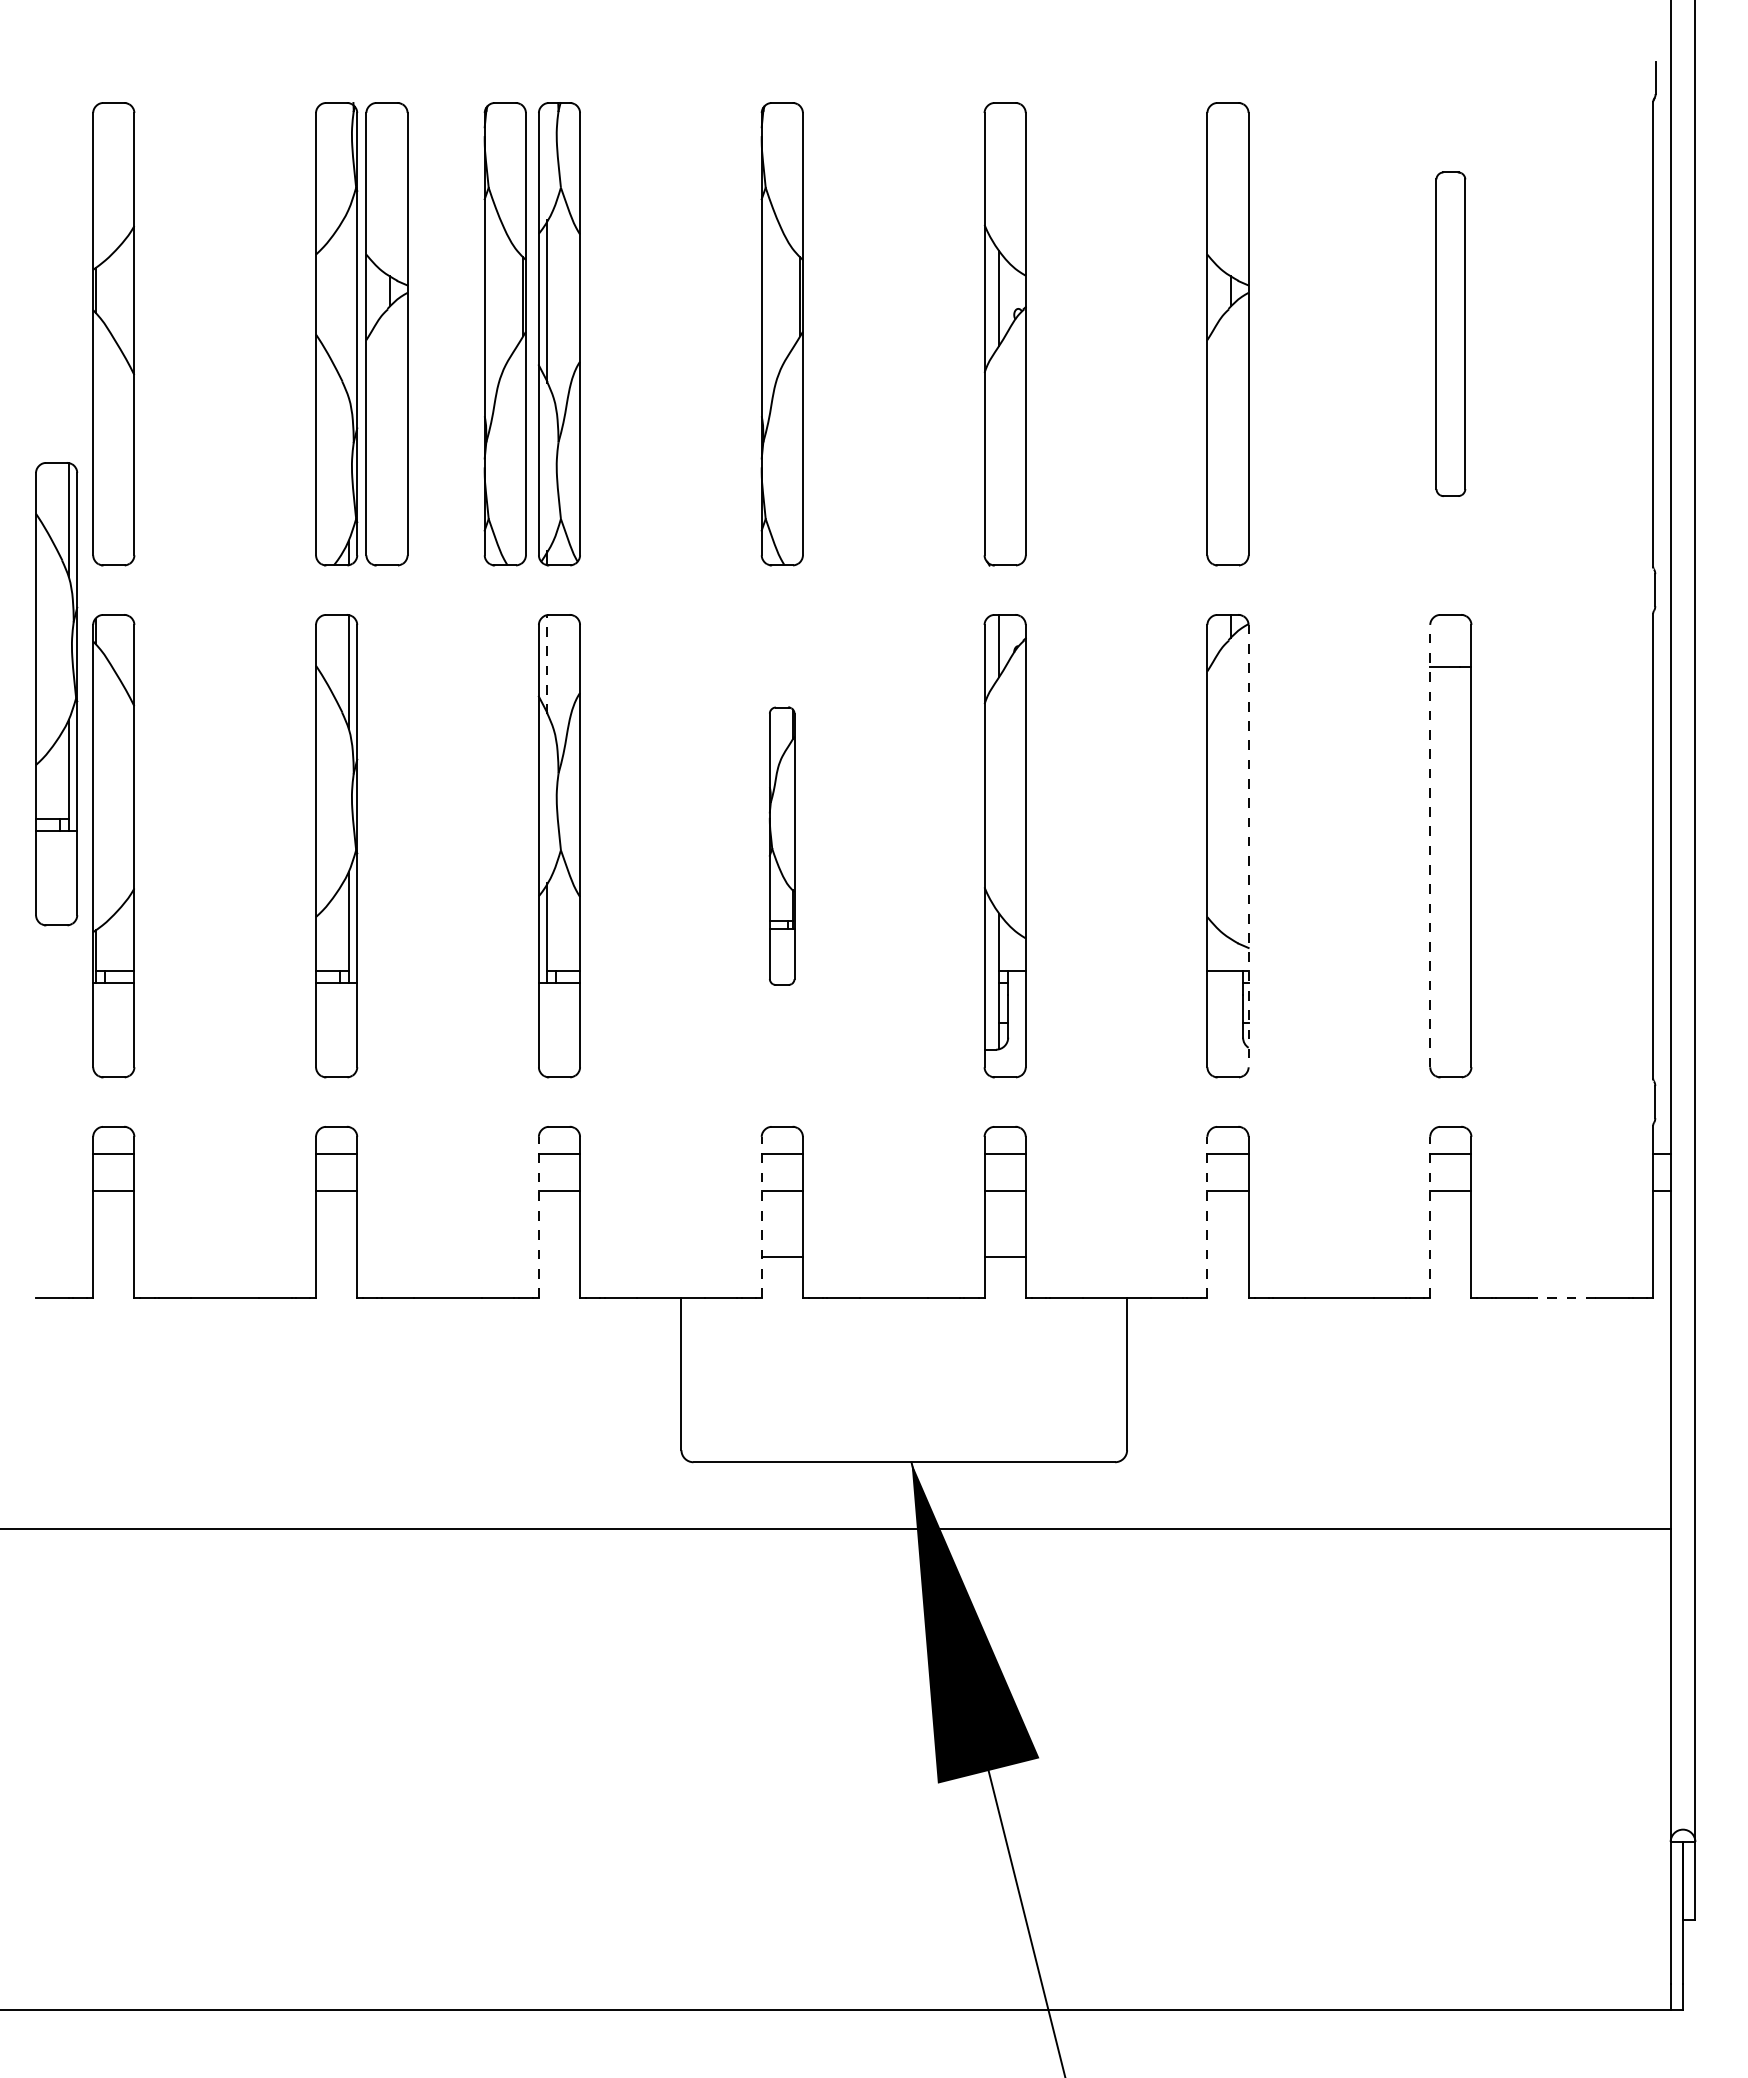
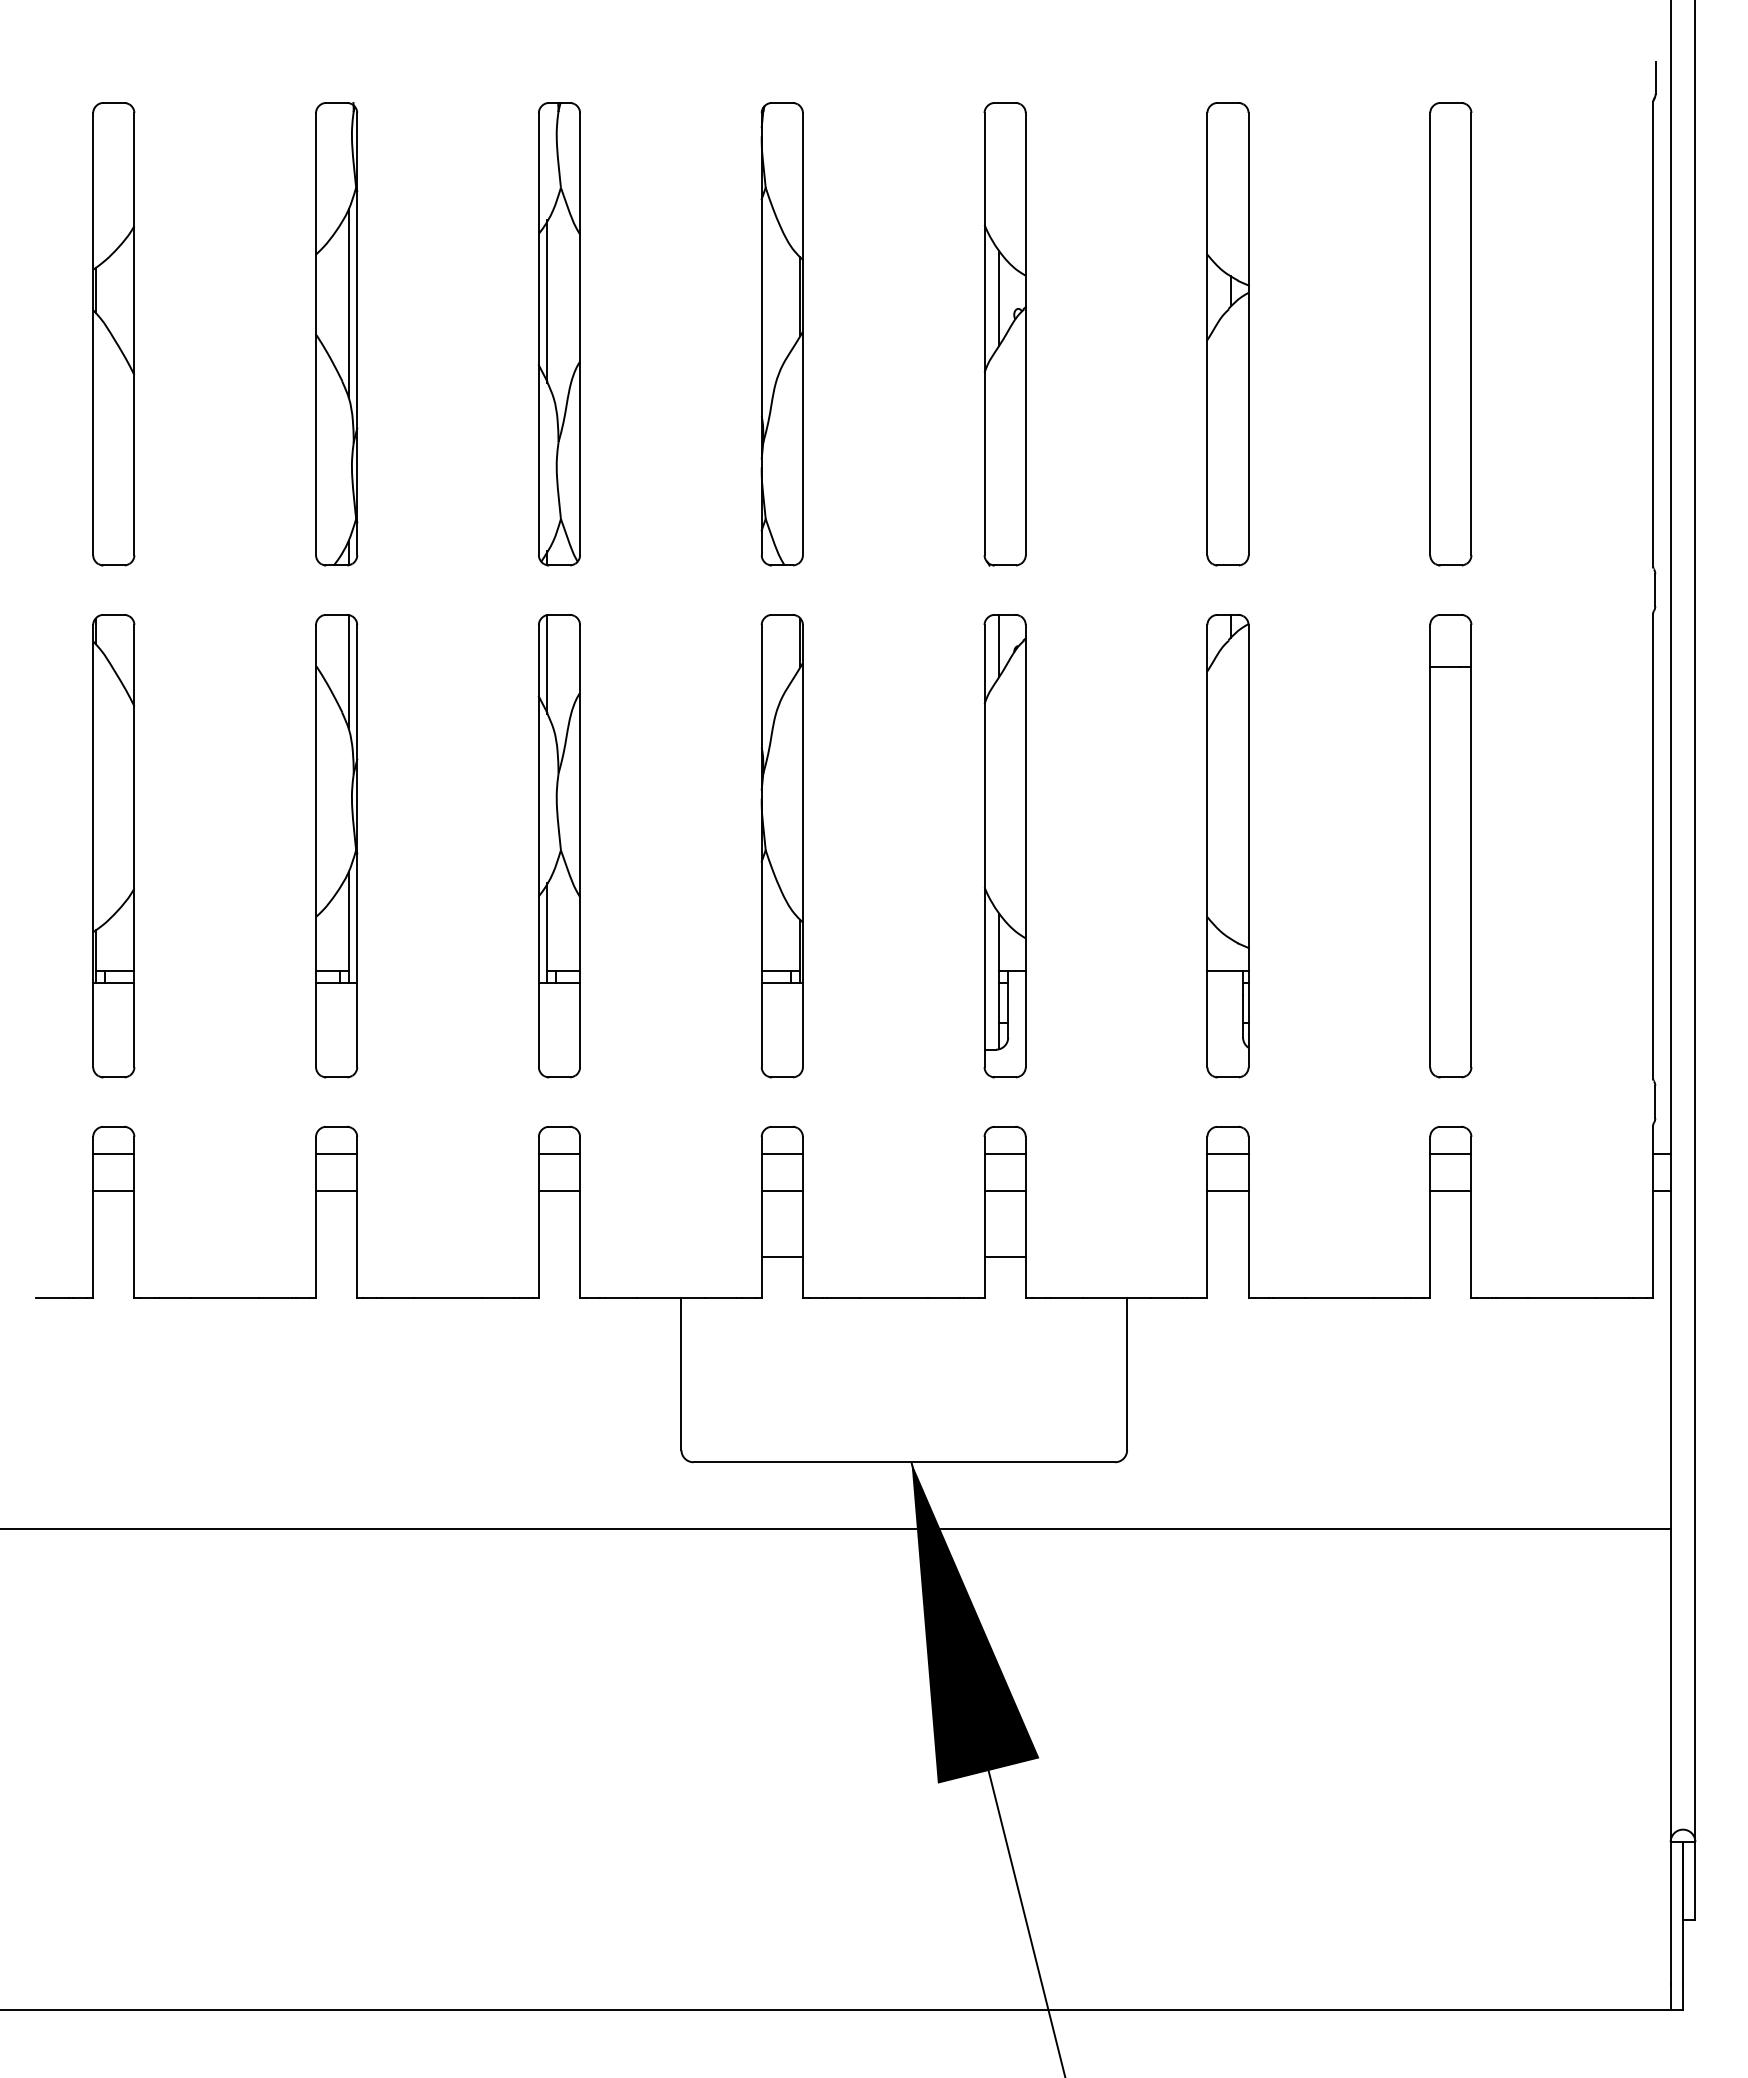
line at (348, 303): none -> present
part at (1450, 333) size: 32x326 px -> 44x465 px
part at (386, 334): present -> none
part at (504, 334): present -> none
line at (547, 664): dashed -> solid
part at (56, 694): present -> none
part at (781, 845) size: 28x280 px -> 44x465 px
line at (1430, 845): dashed -> solid
line at (1248, 846): dashed -> solid
line at (538, 1217): dashed -> solid
line at (761, 1217): dashed -> solid
line at (1207, 1217): dashed -> solid
line at (1430, 1217): dashed -> solid
line at (1562, 1297): dashed -> solid
